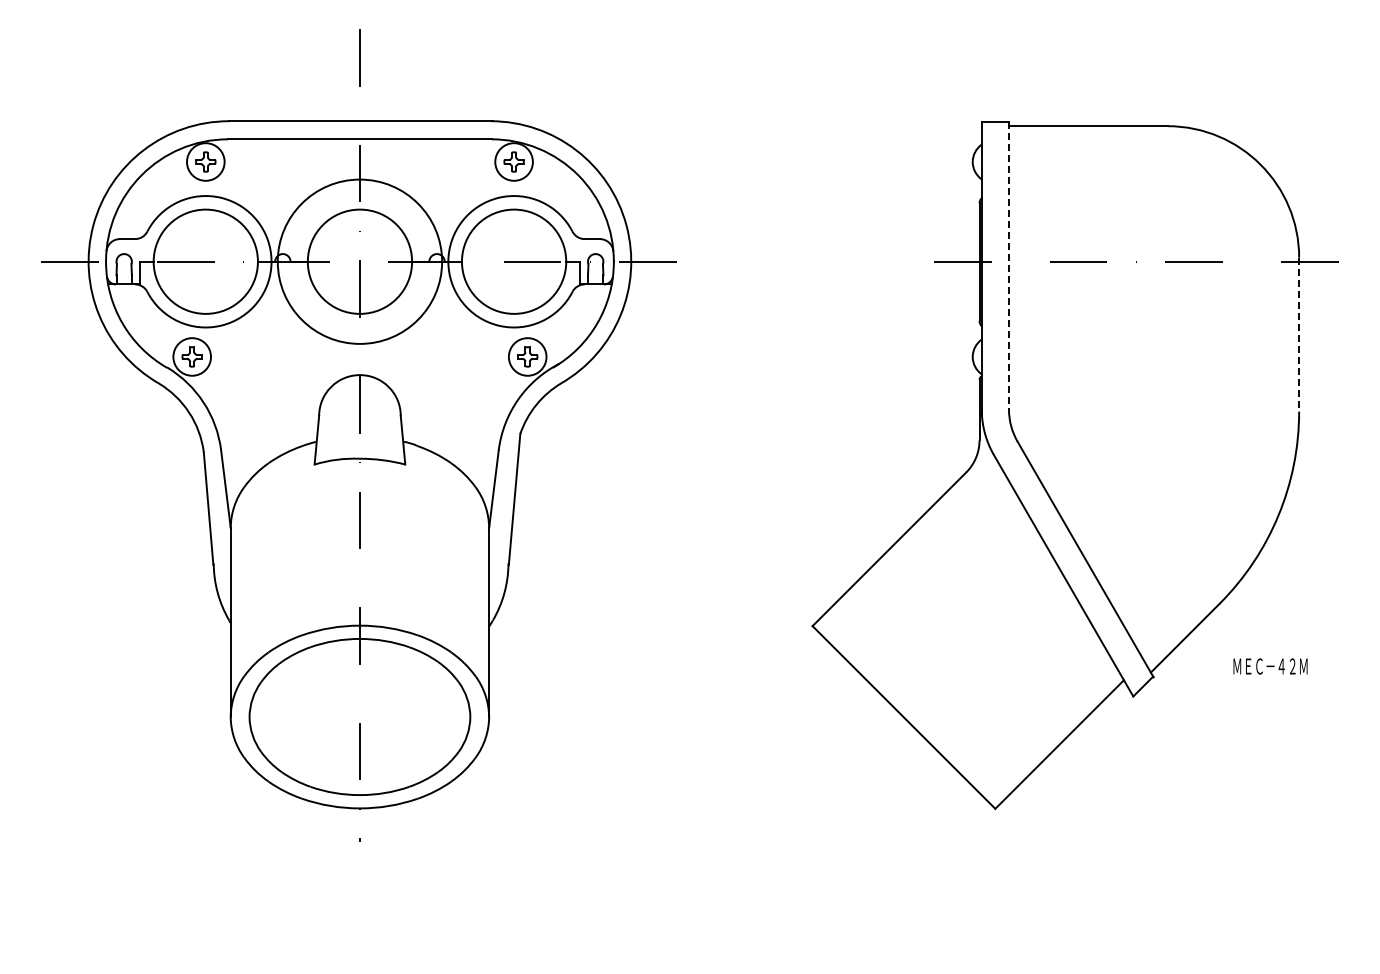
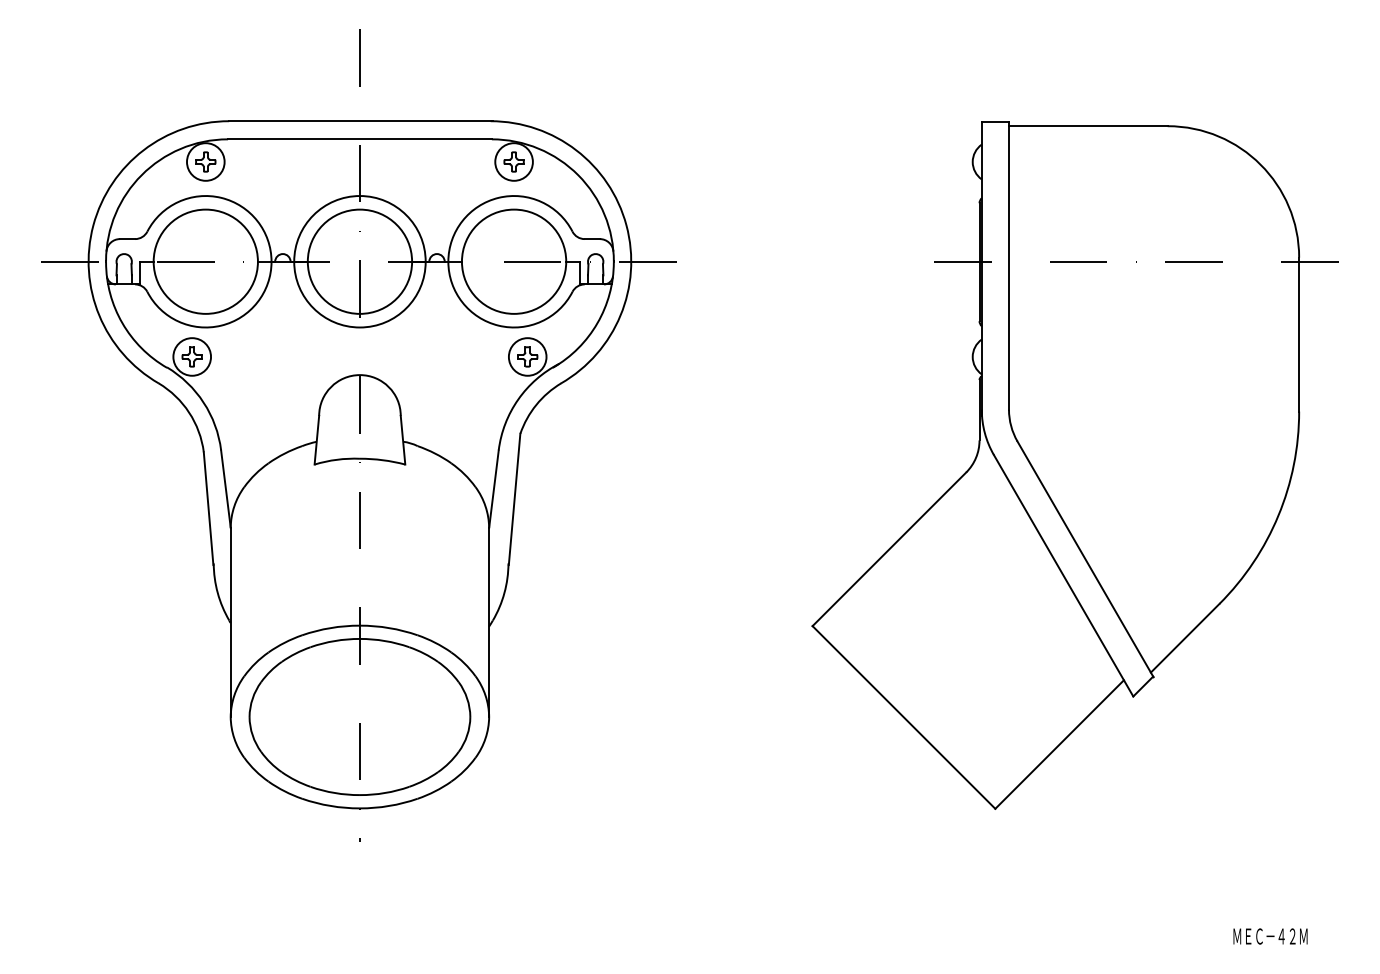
circle at (359, 261) diameter: 164 px -> 131 px
line at (1009, 266): dashed -> solid
line at (1299, 334): dashed -> solid
text at (1270, 666) position: (1270, 666) -> (1270, 936)
